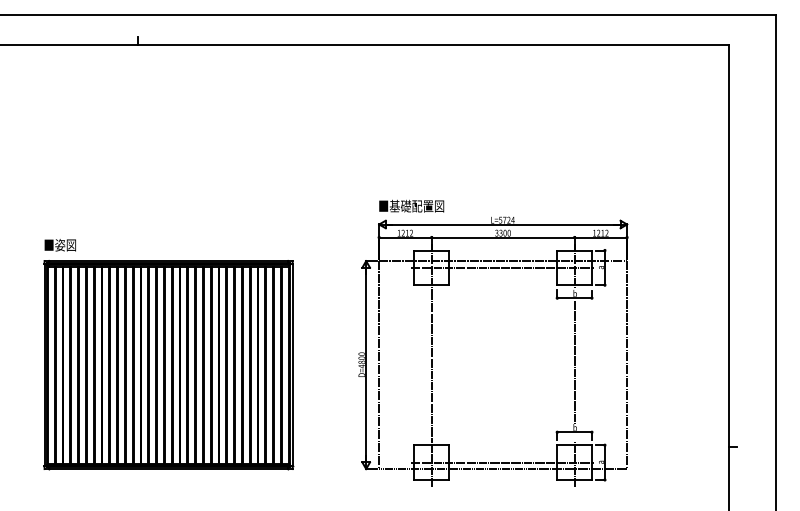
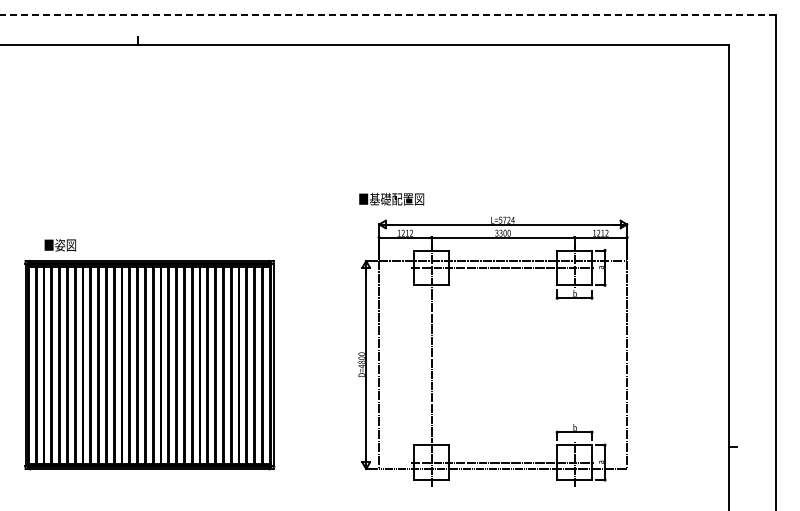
line at (388, 15): solid -> dashed
text at (411, 205) position: (411, 205) -> (391, 198)
line at (574, 362): present -> none
part at (168, 365) position: (168, 365) -> (149, 365)
